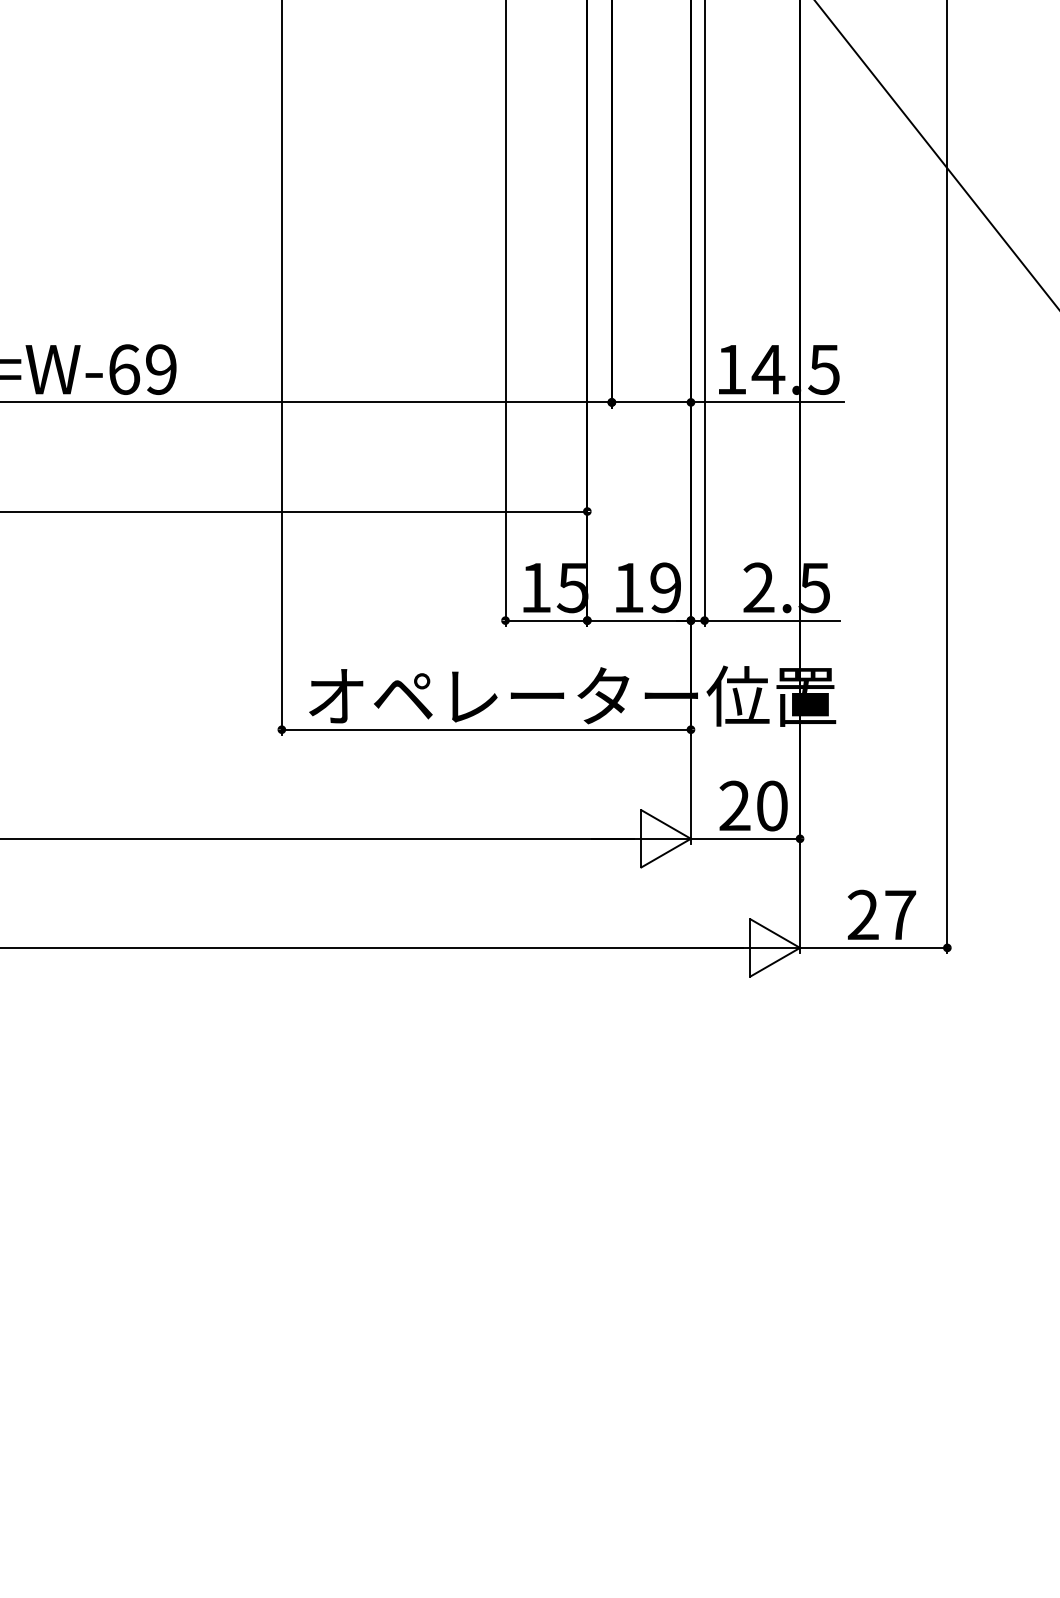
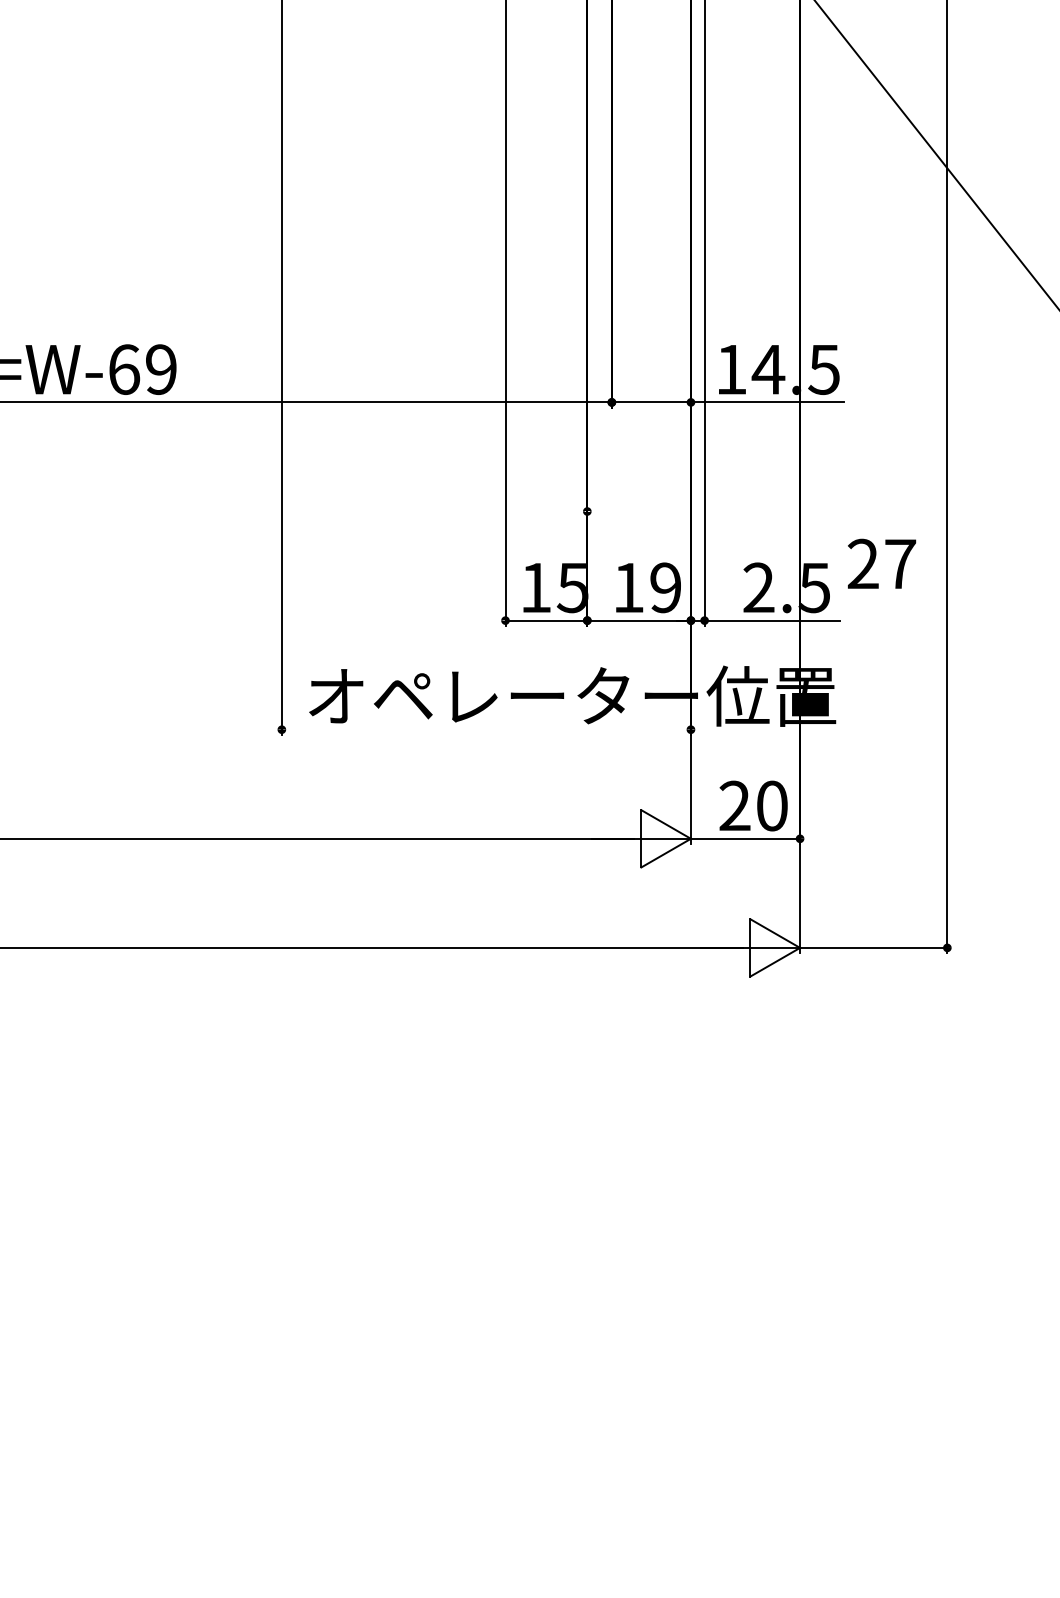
line at (294, 511): present -> none
line at (485, 729): present -> none
text at (882, 914) position: (882, 914) -> (882, 563)
